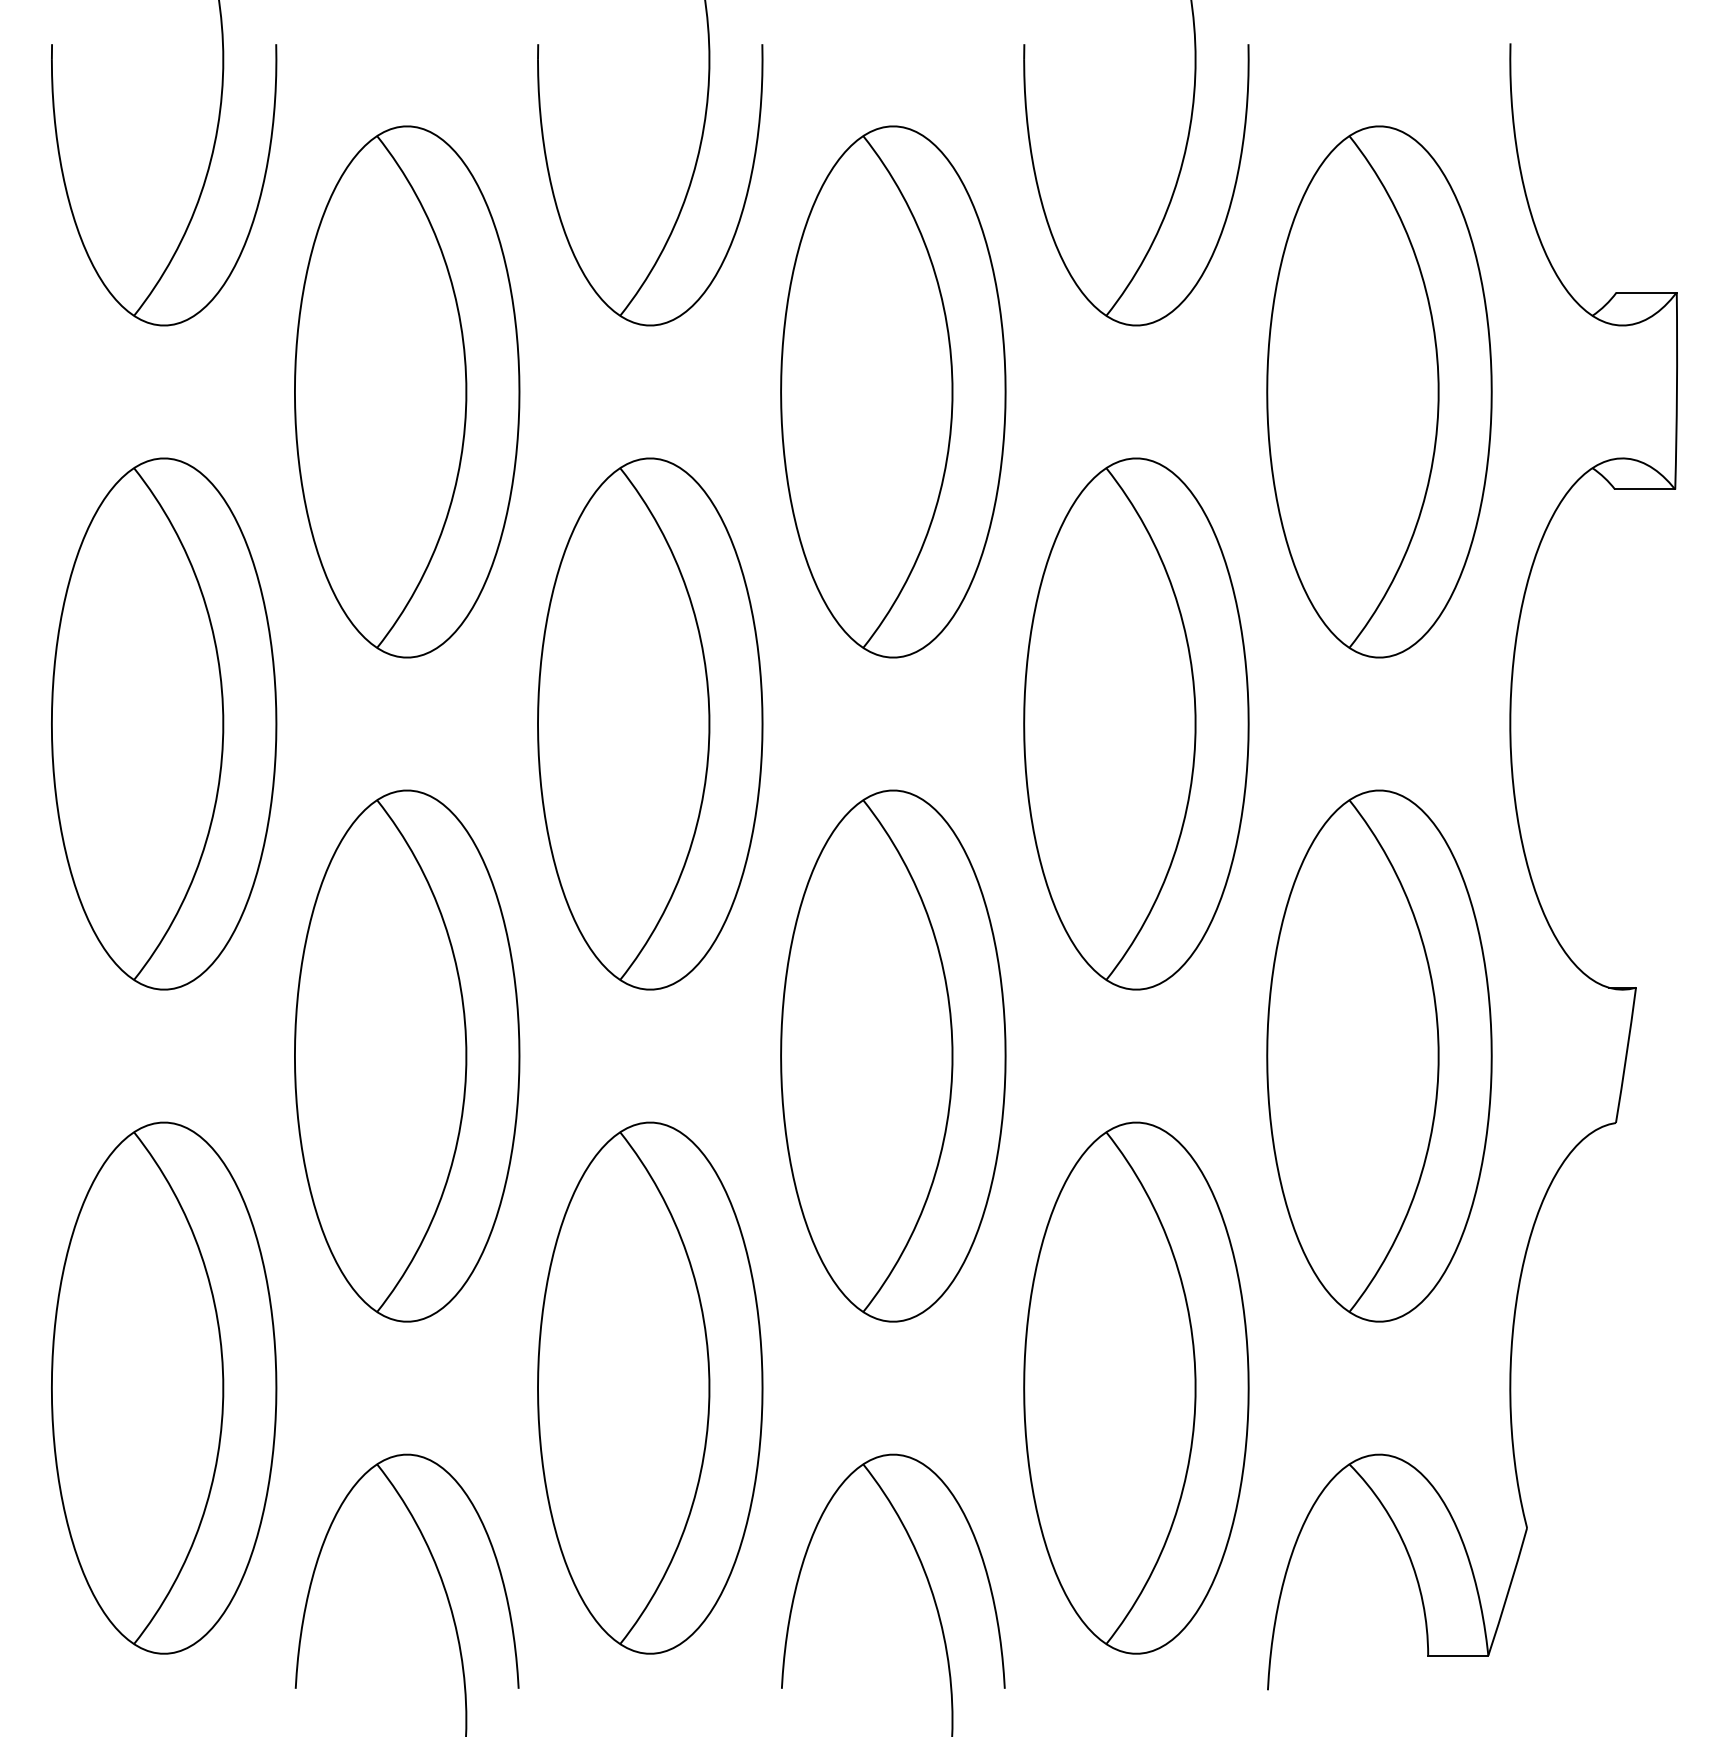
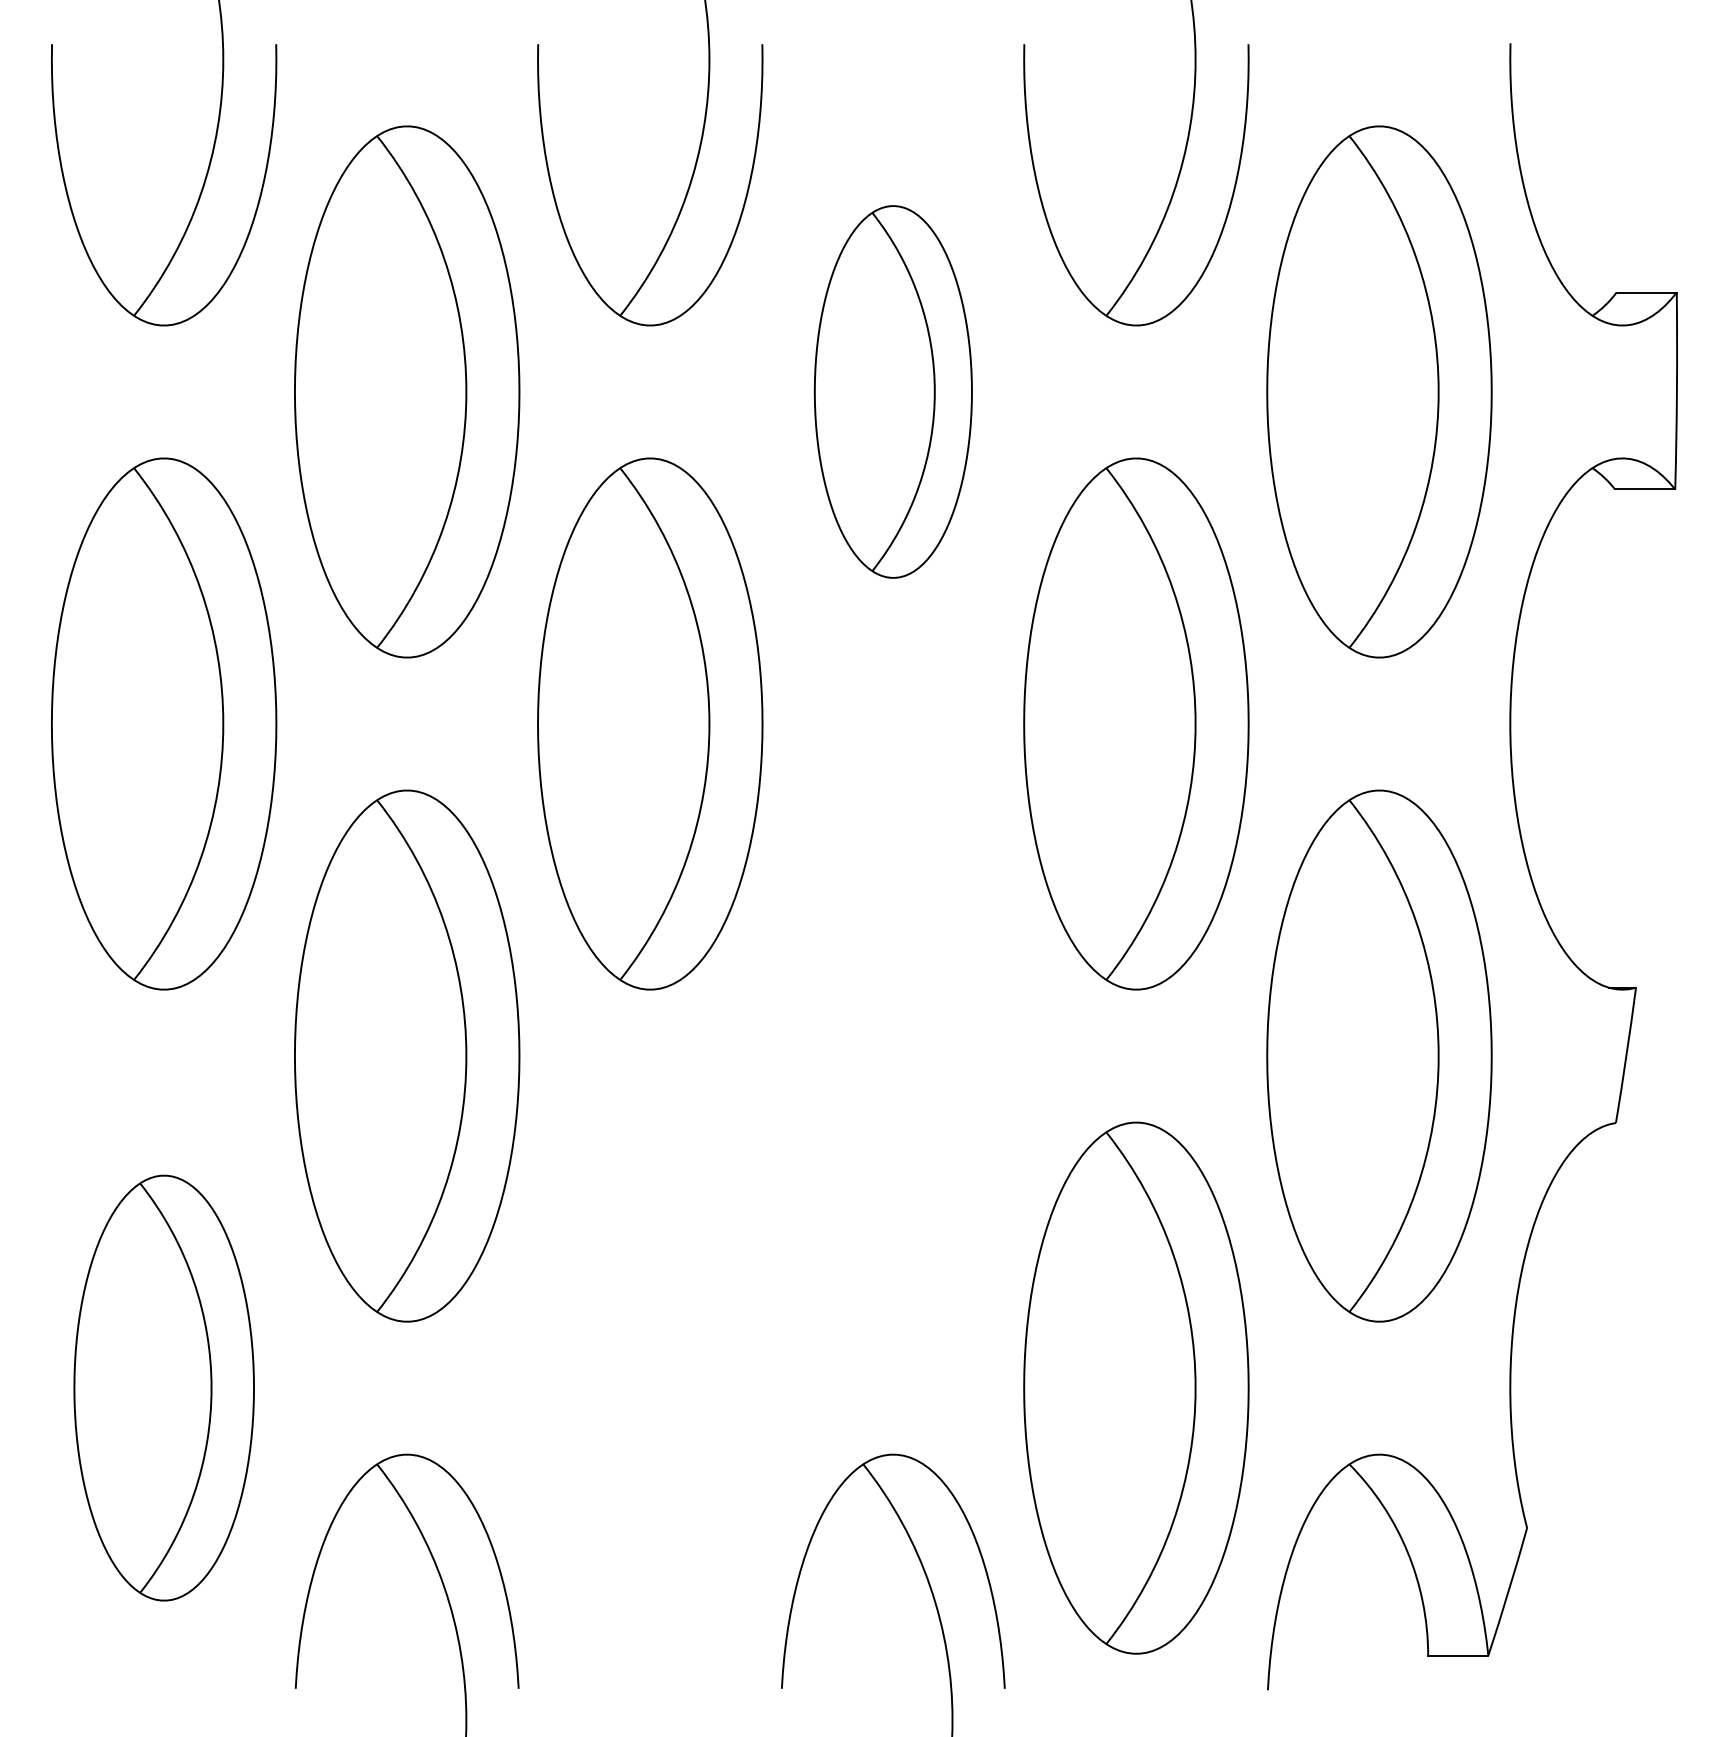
part at (893, 391) size: 227x534 px -> 160x374 px
part at (893, 1055): present -> none
part at (164, 1387) size: 227x534 px -> 182x428 px
part at (650, 1387): present -> none
